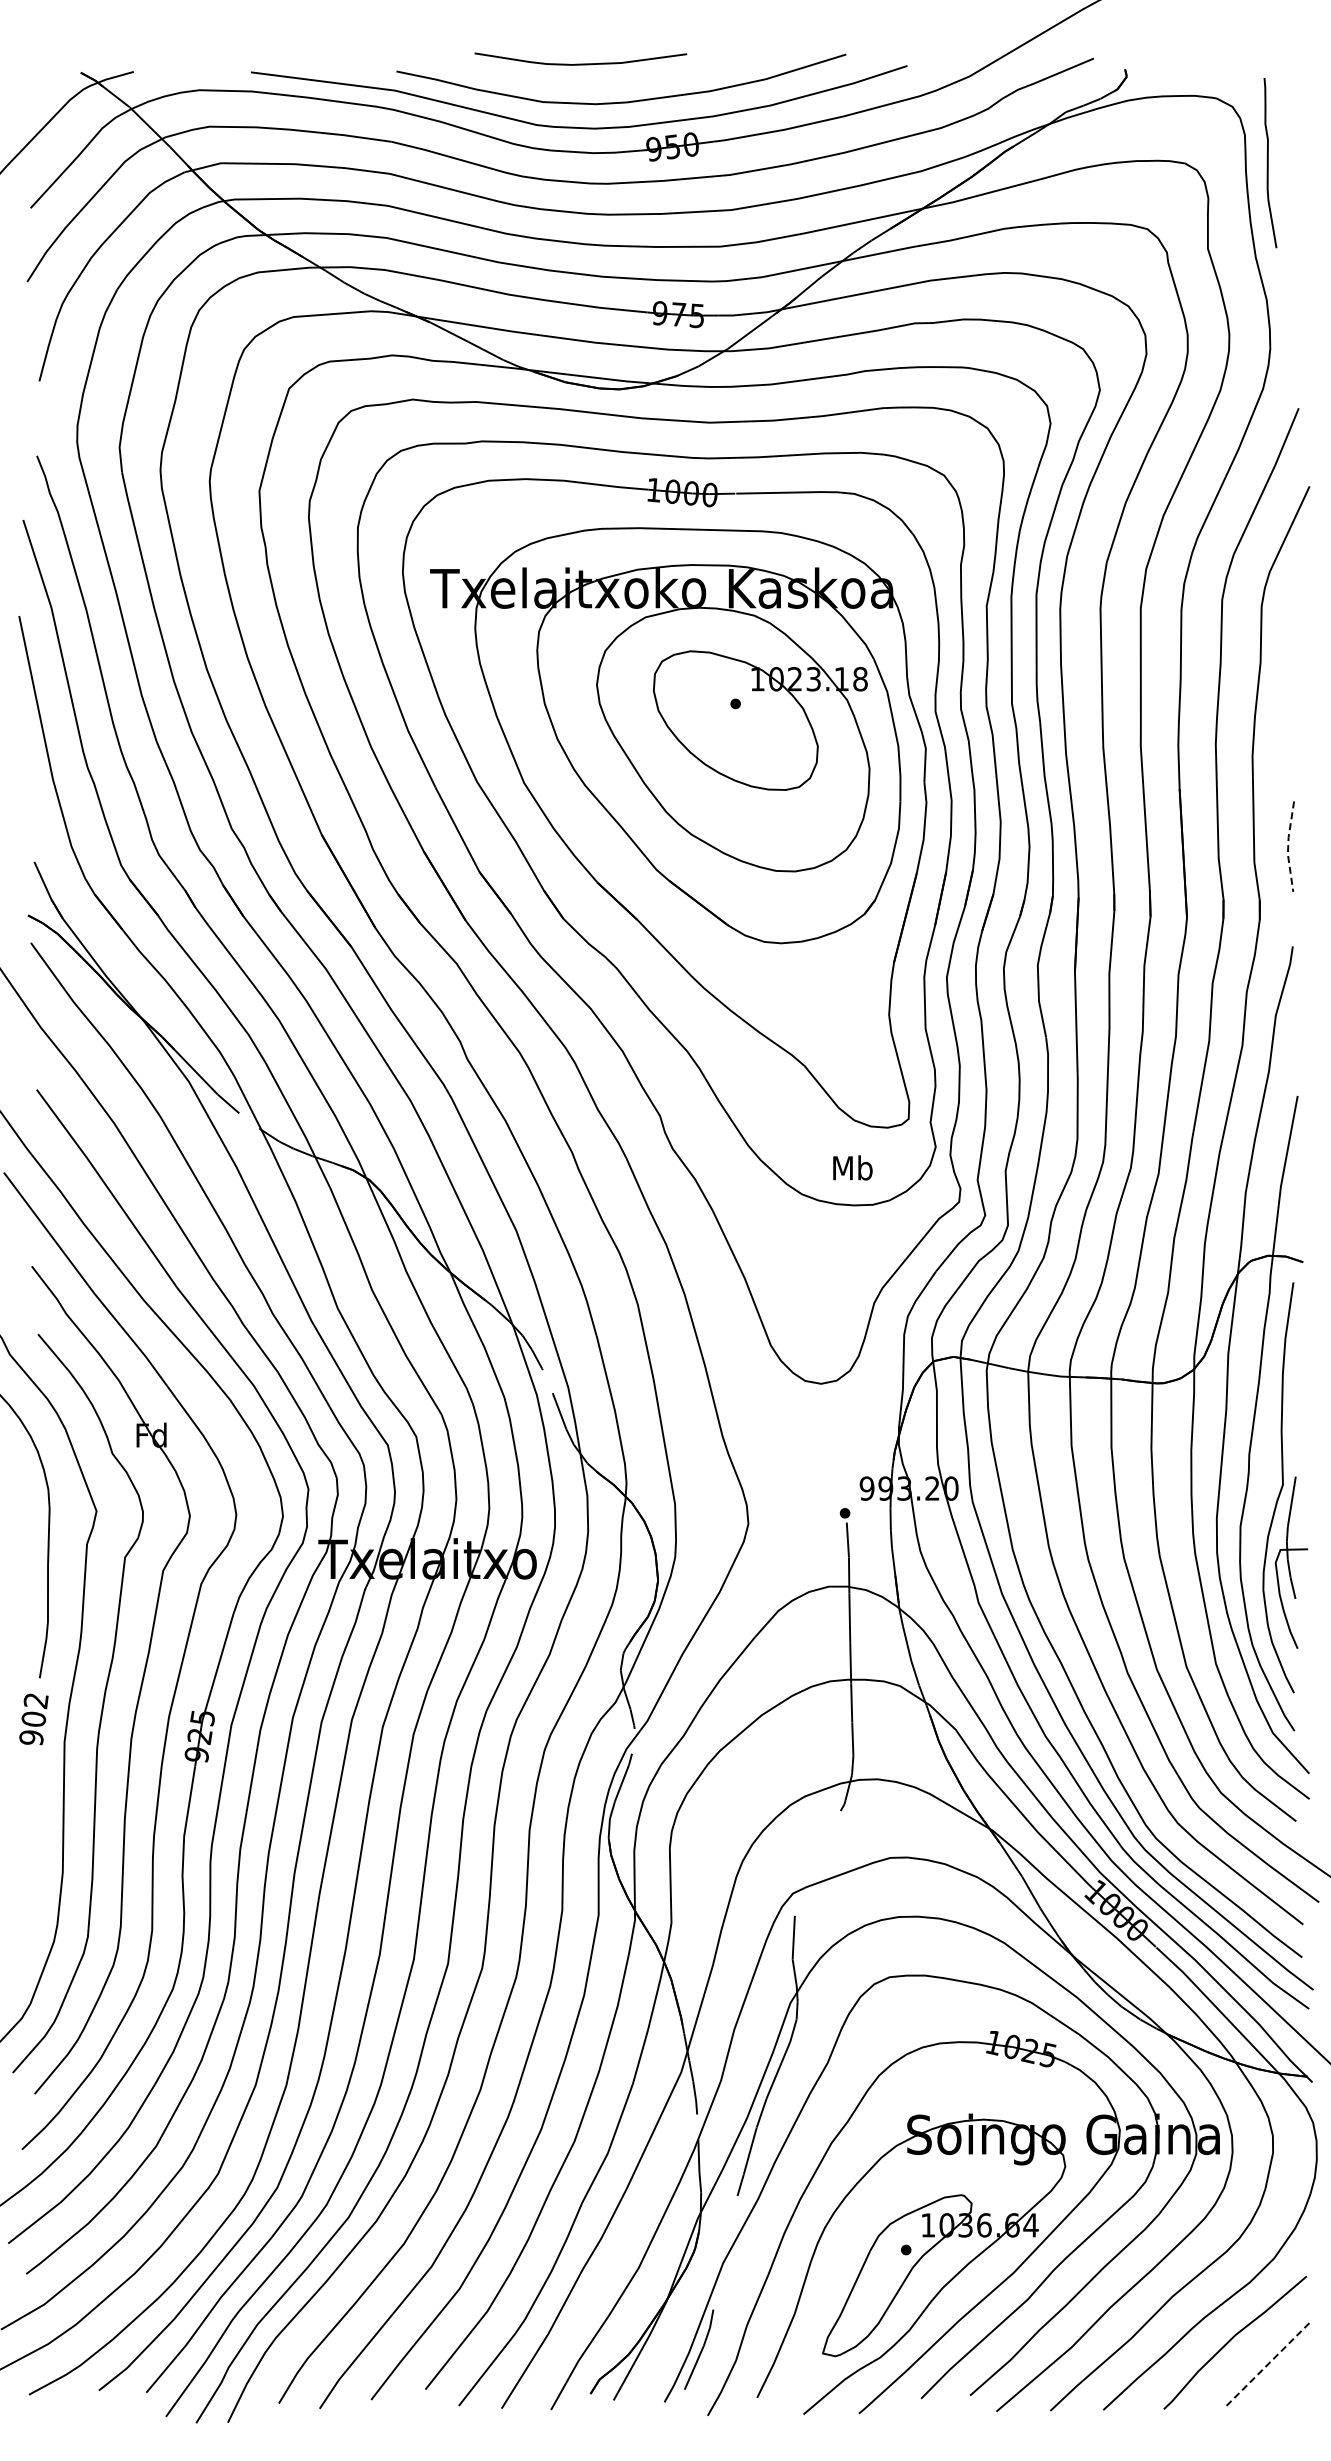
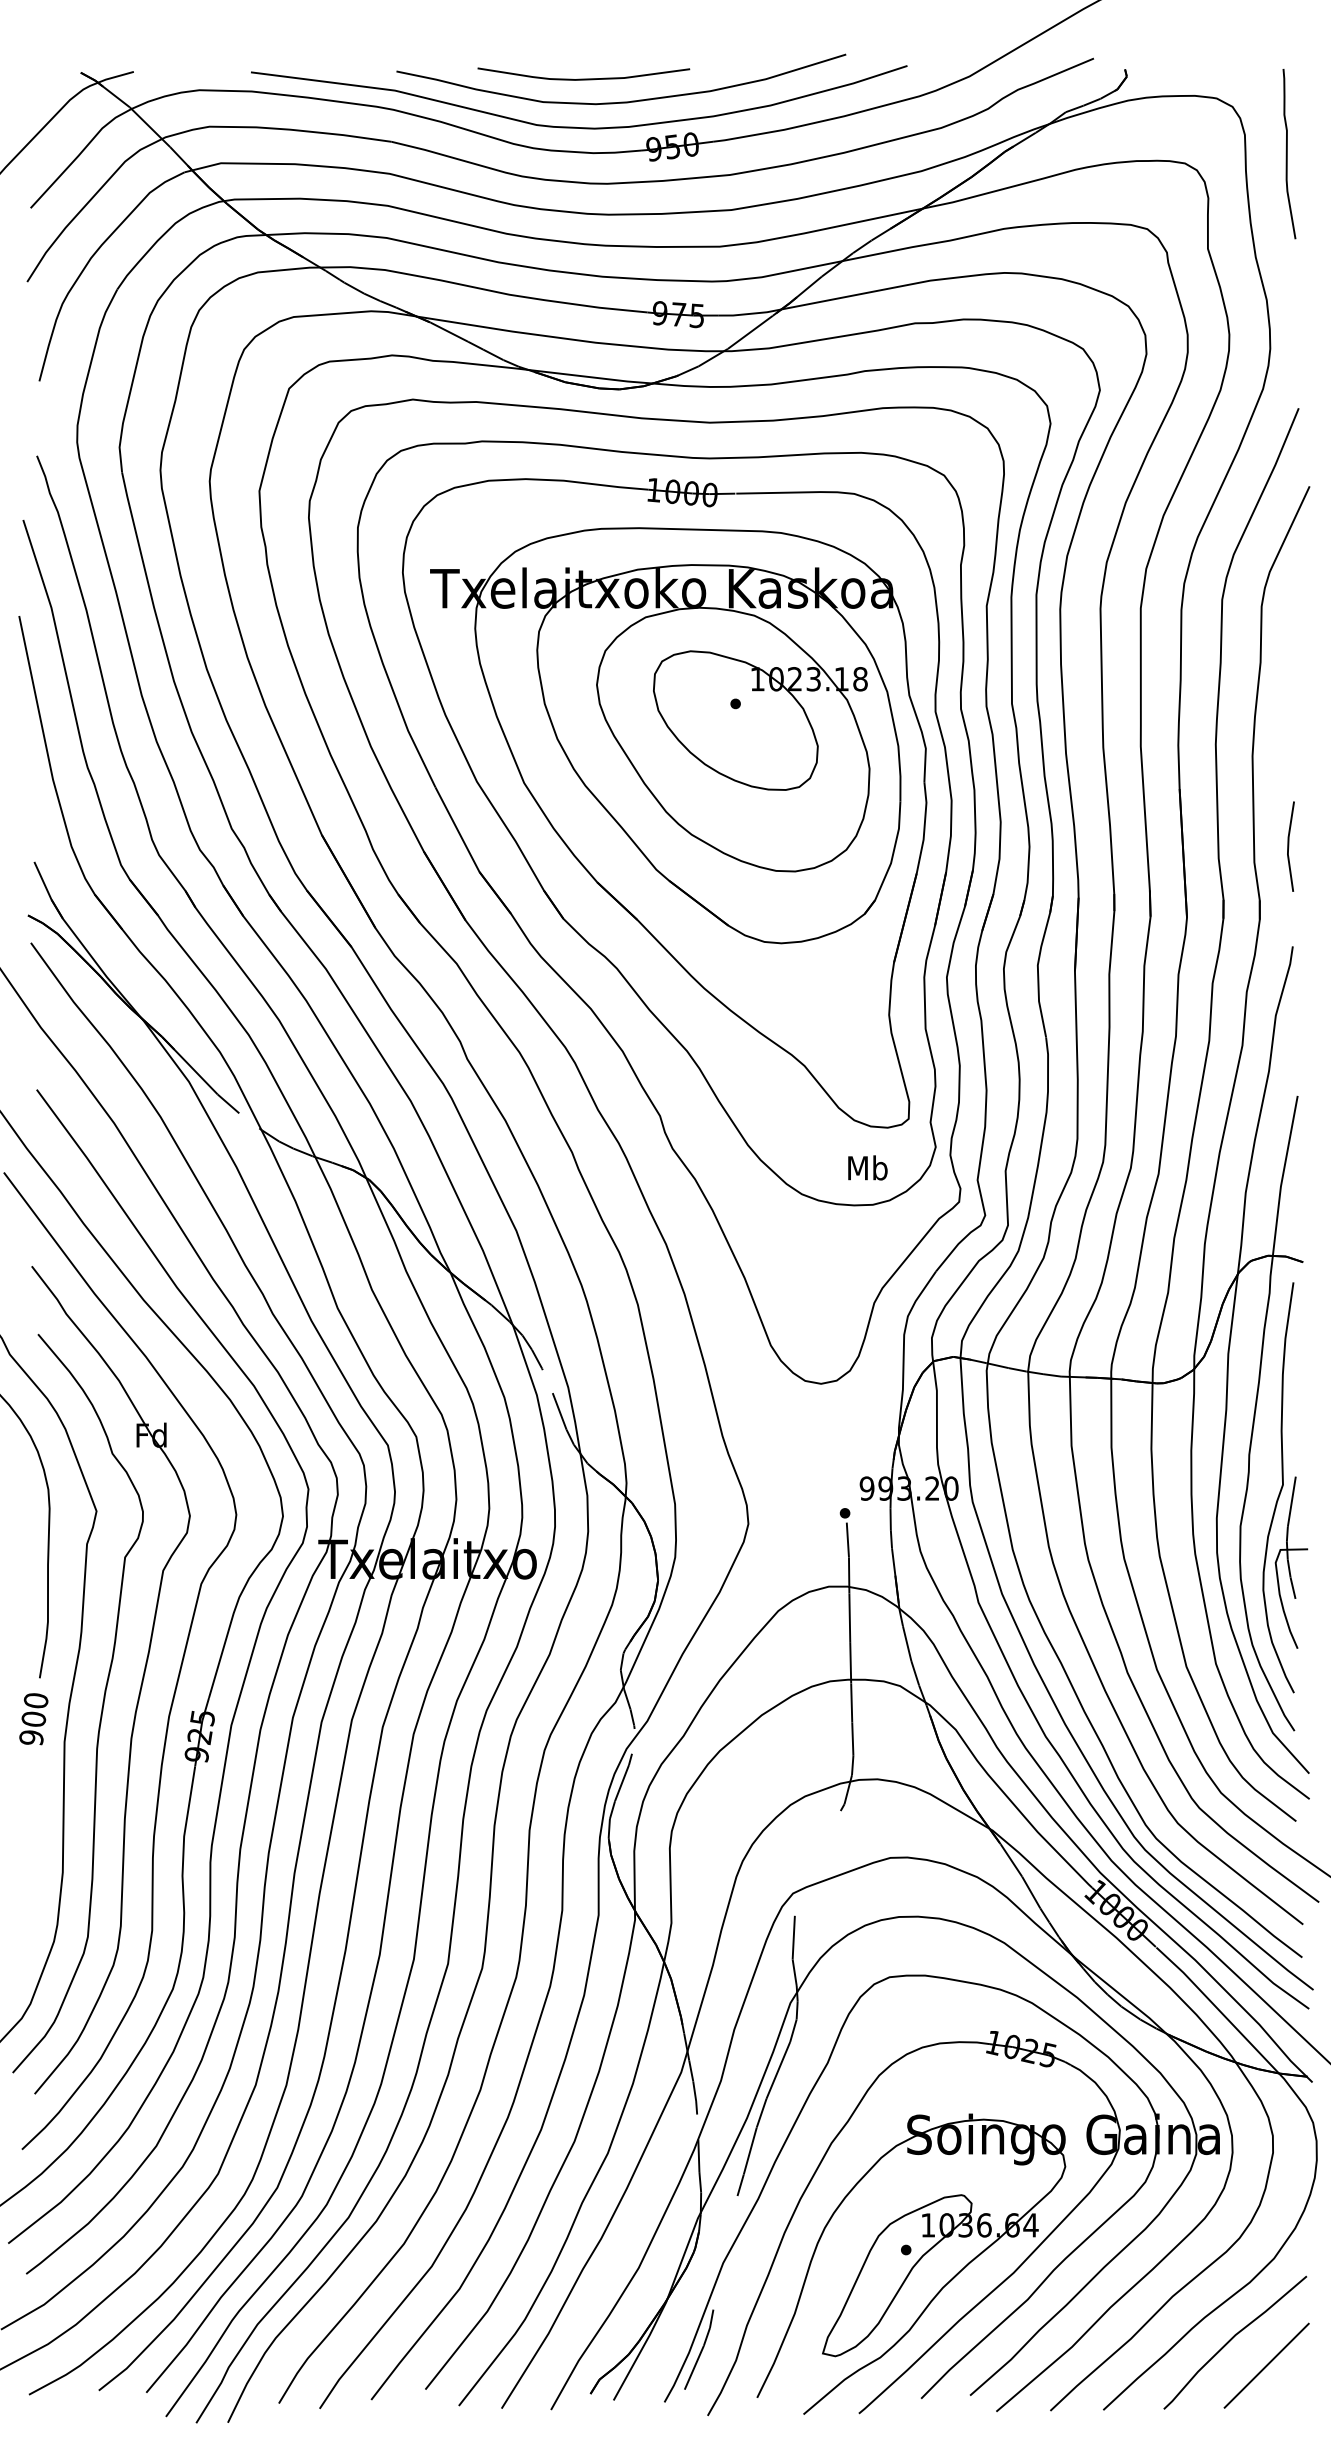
curve at (580, 63) position: (580, 63) -> (583, 78)
curve at (1268, 163) position: (1268, 163) -> (1287, 154)
line at (1288, 846): dashed -> solid
text at (852, 1167) position: (852, 1167) -> (867, 1167)
text at (35, 1701): 902 -> 900
line at (1266, 2366): dashed -> solid
